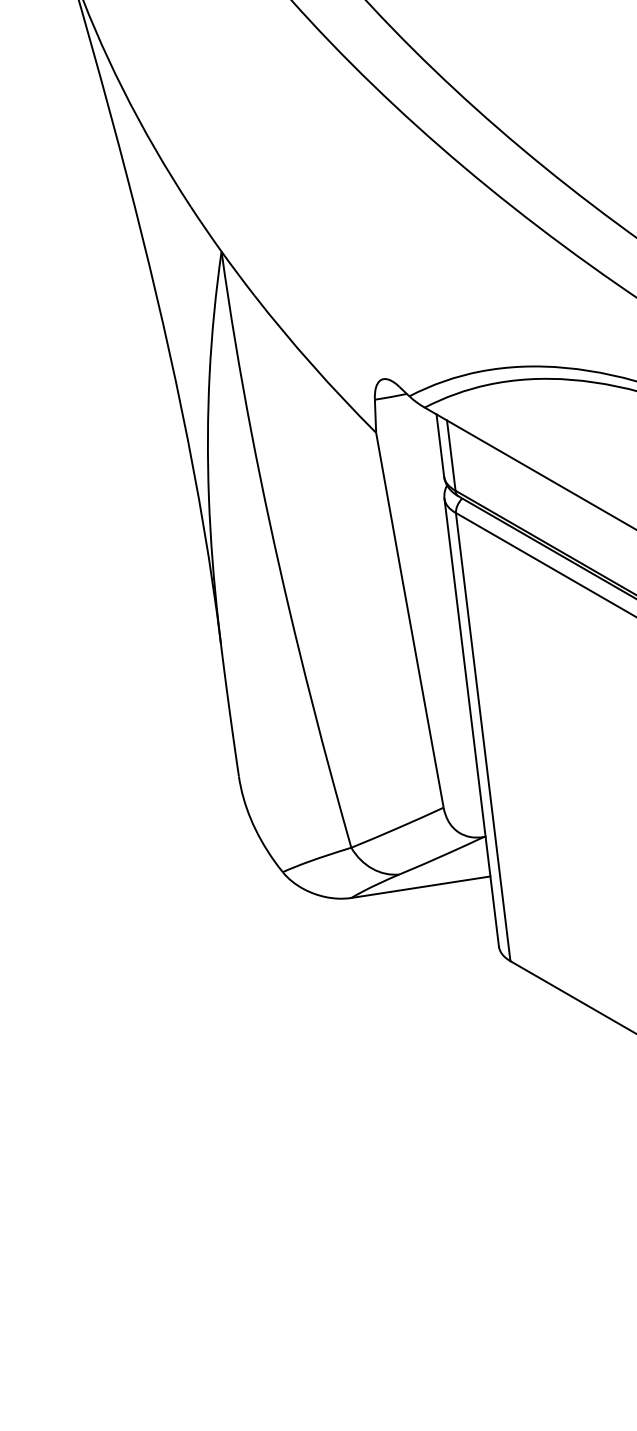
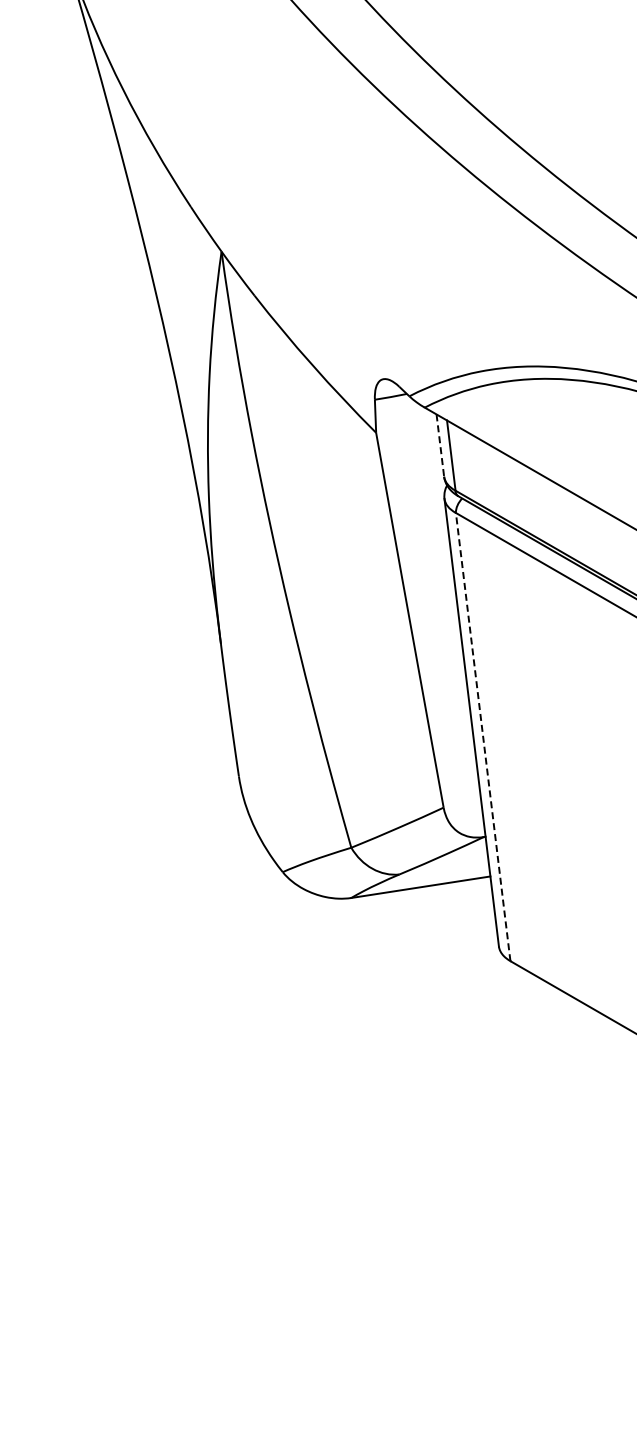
line at (440, 446): solid -> dashed
line at (483, 737): solid -> dashed
